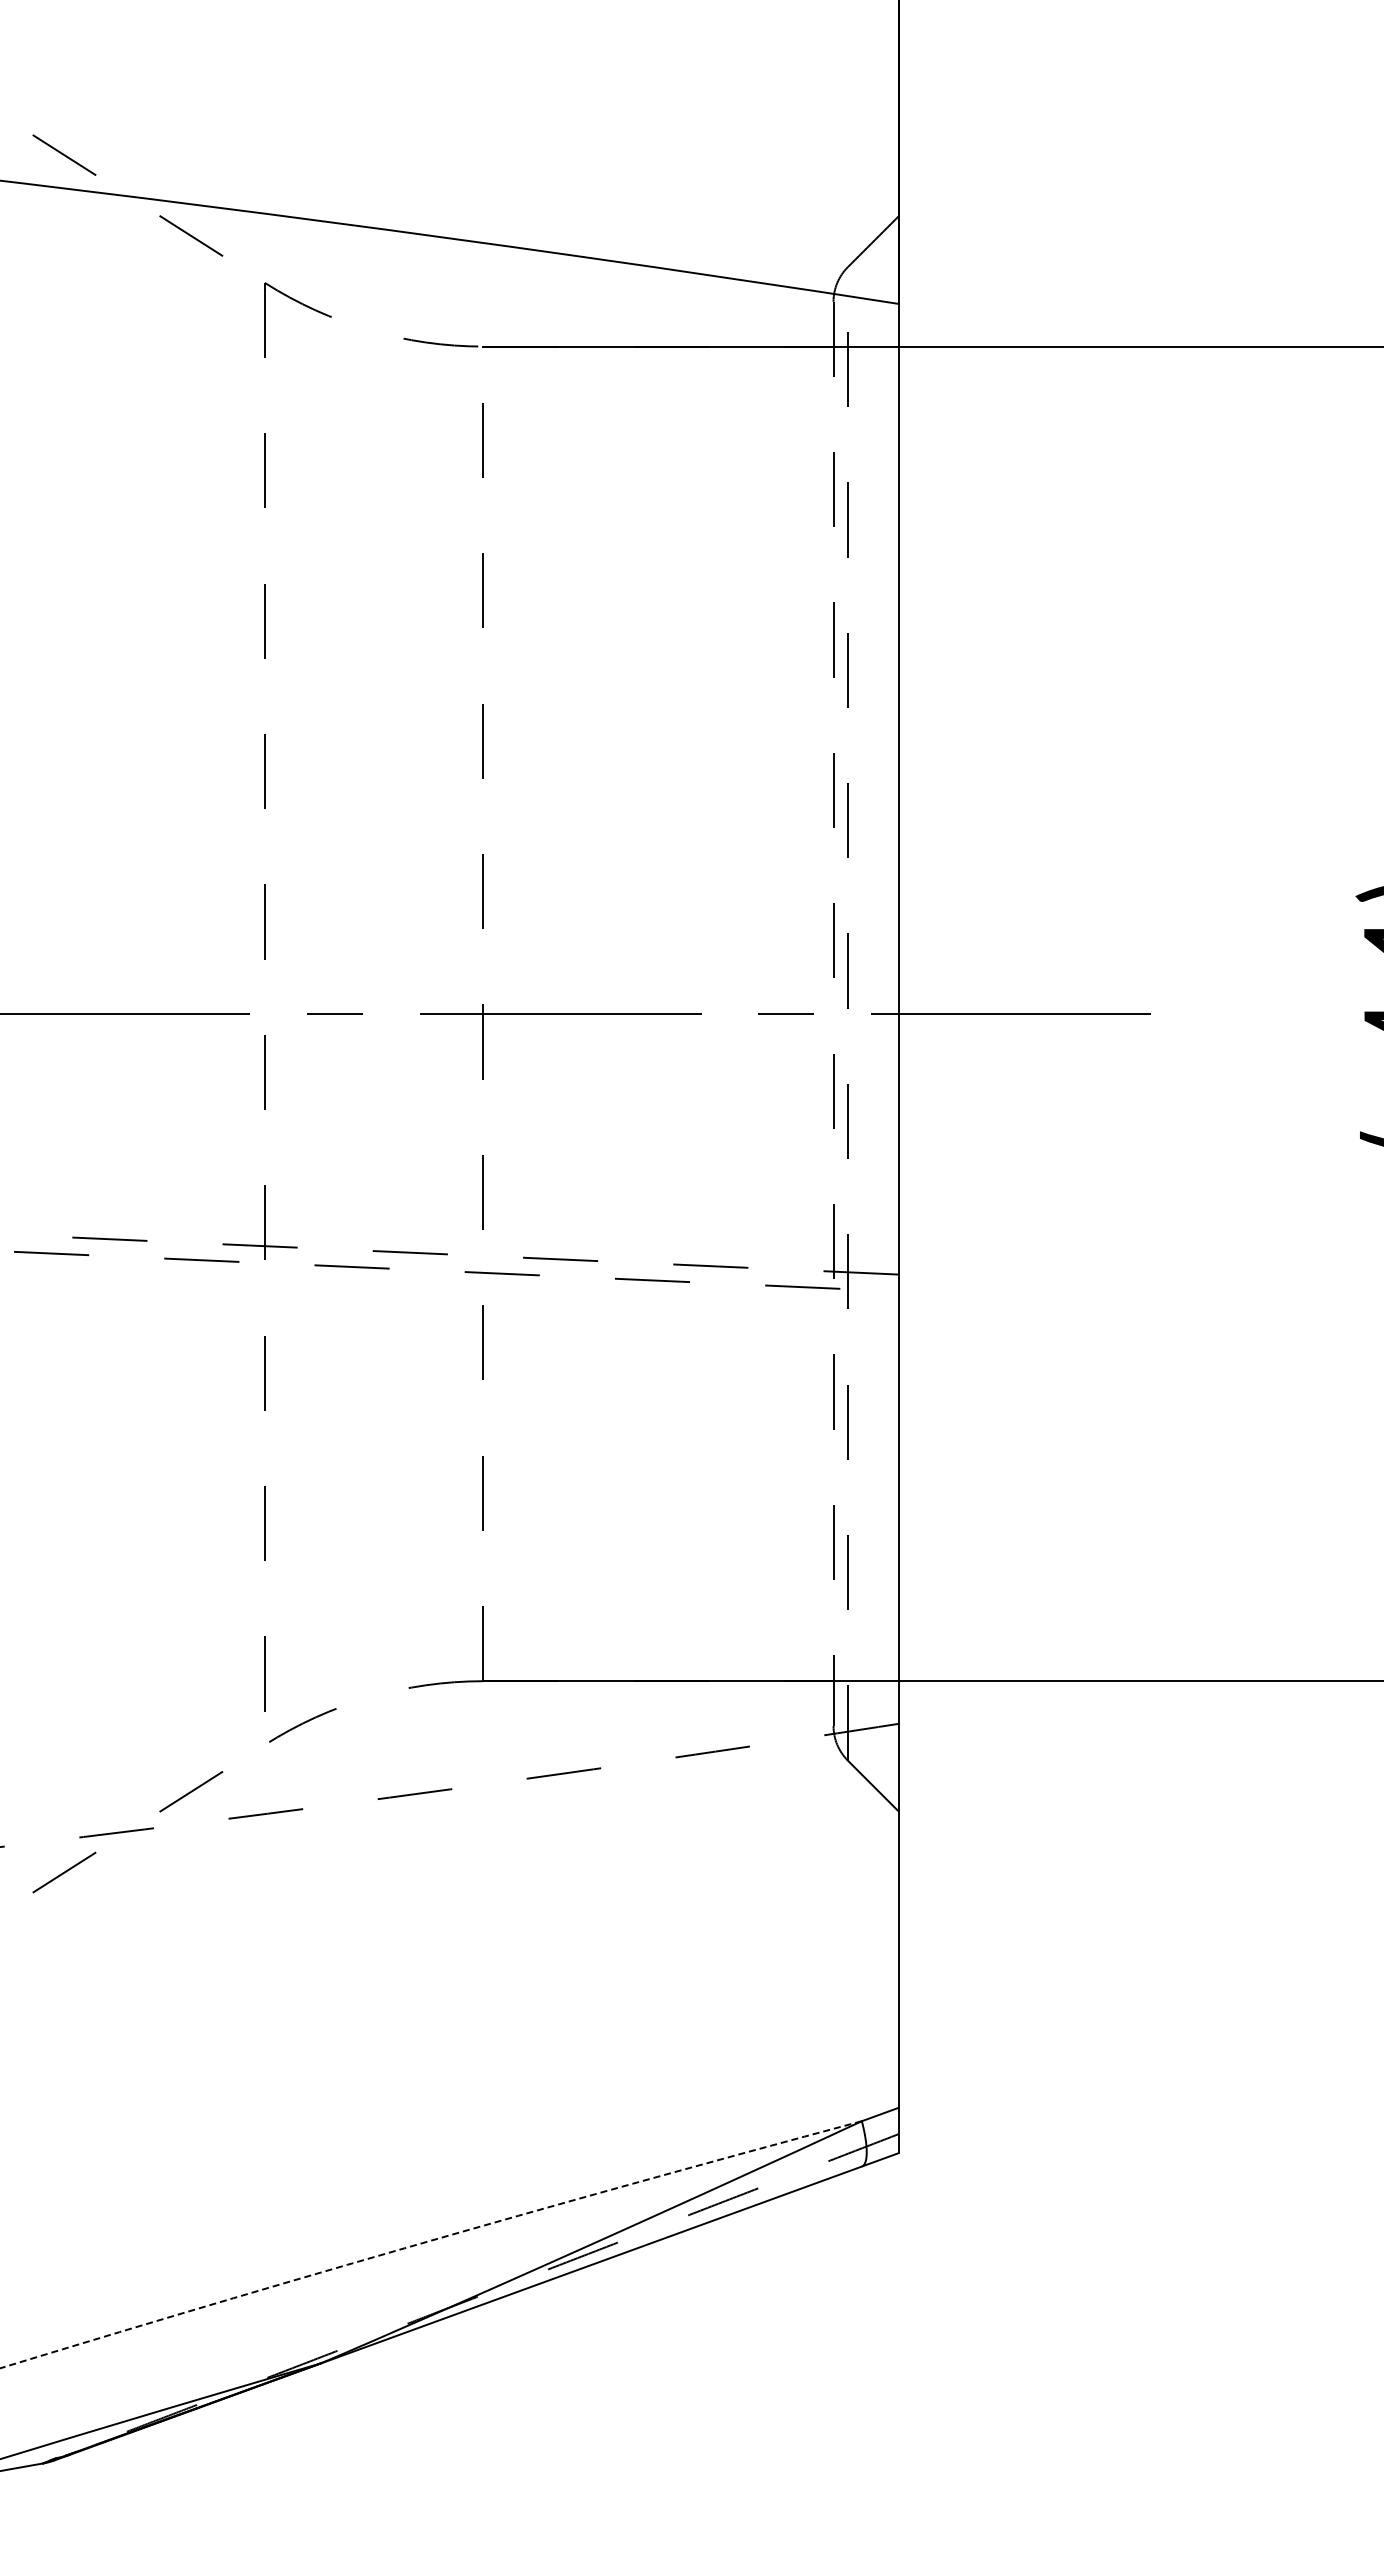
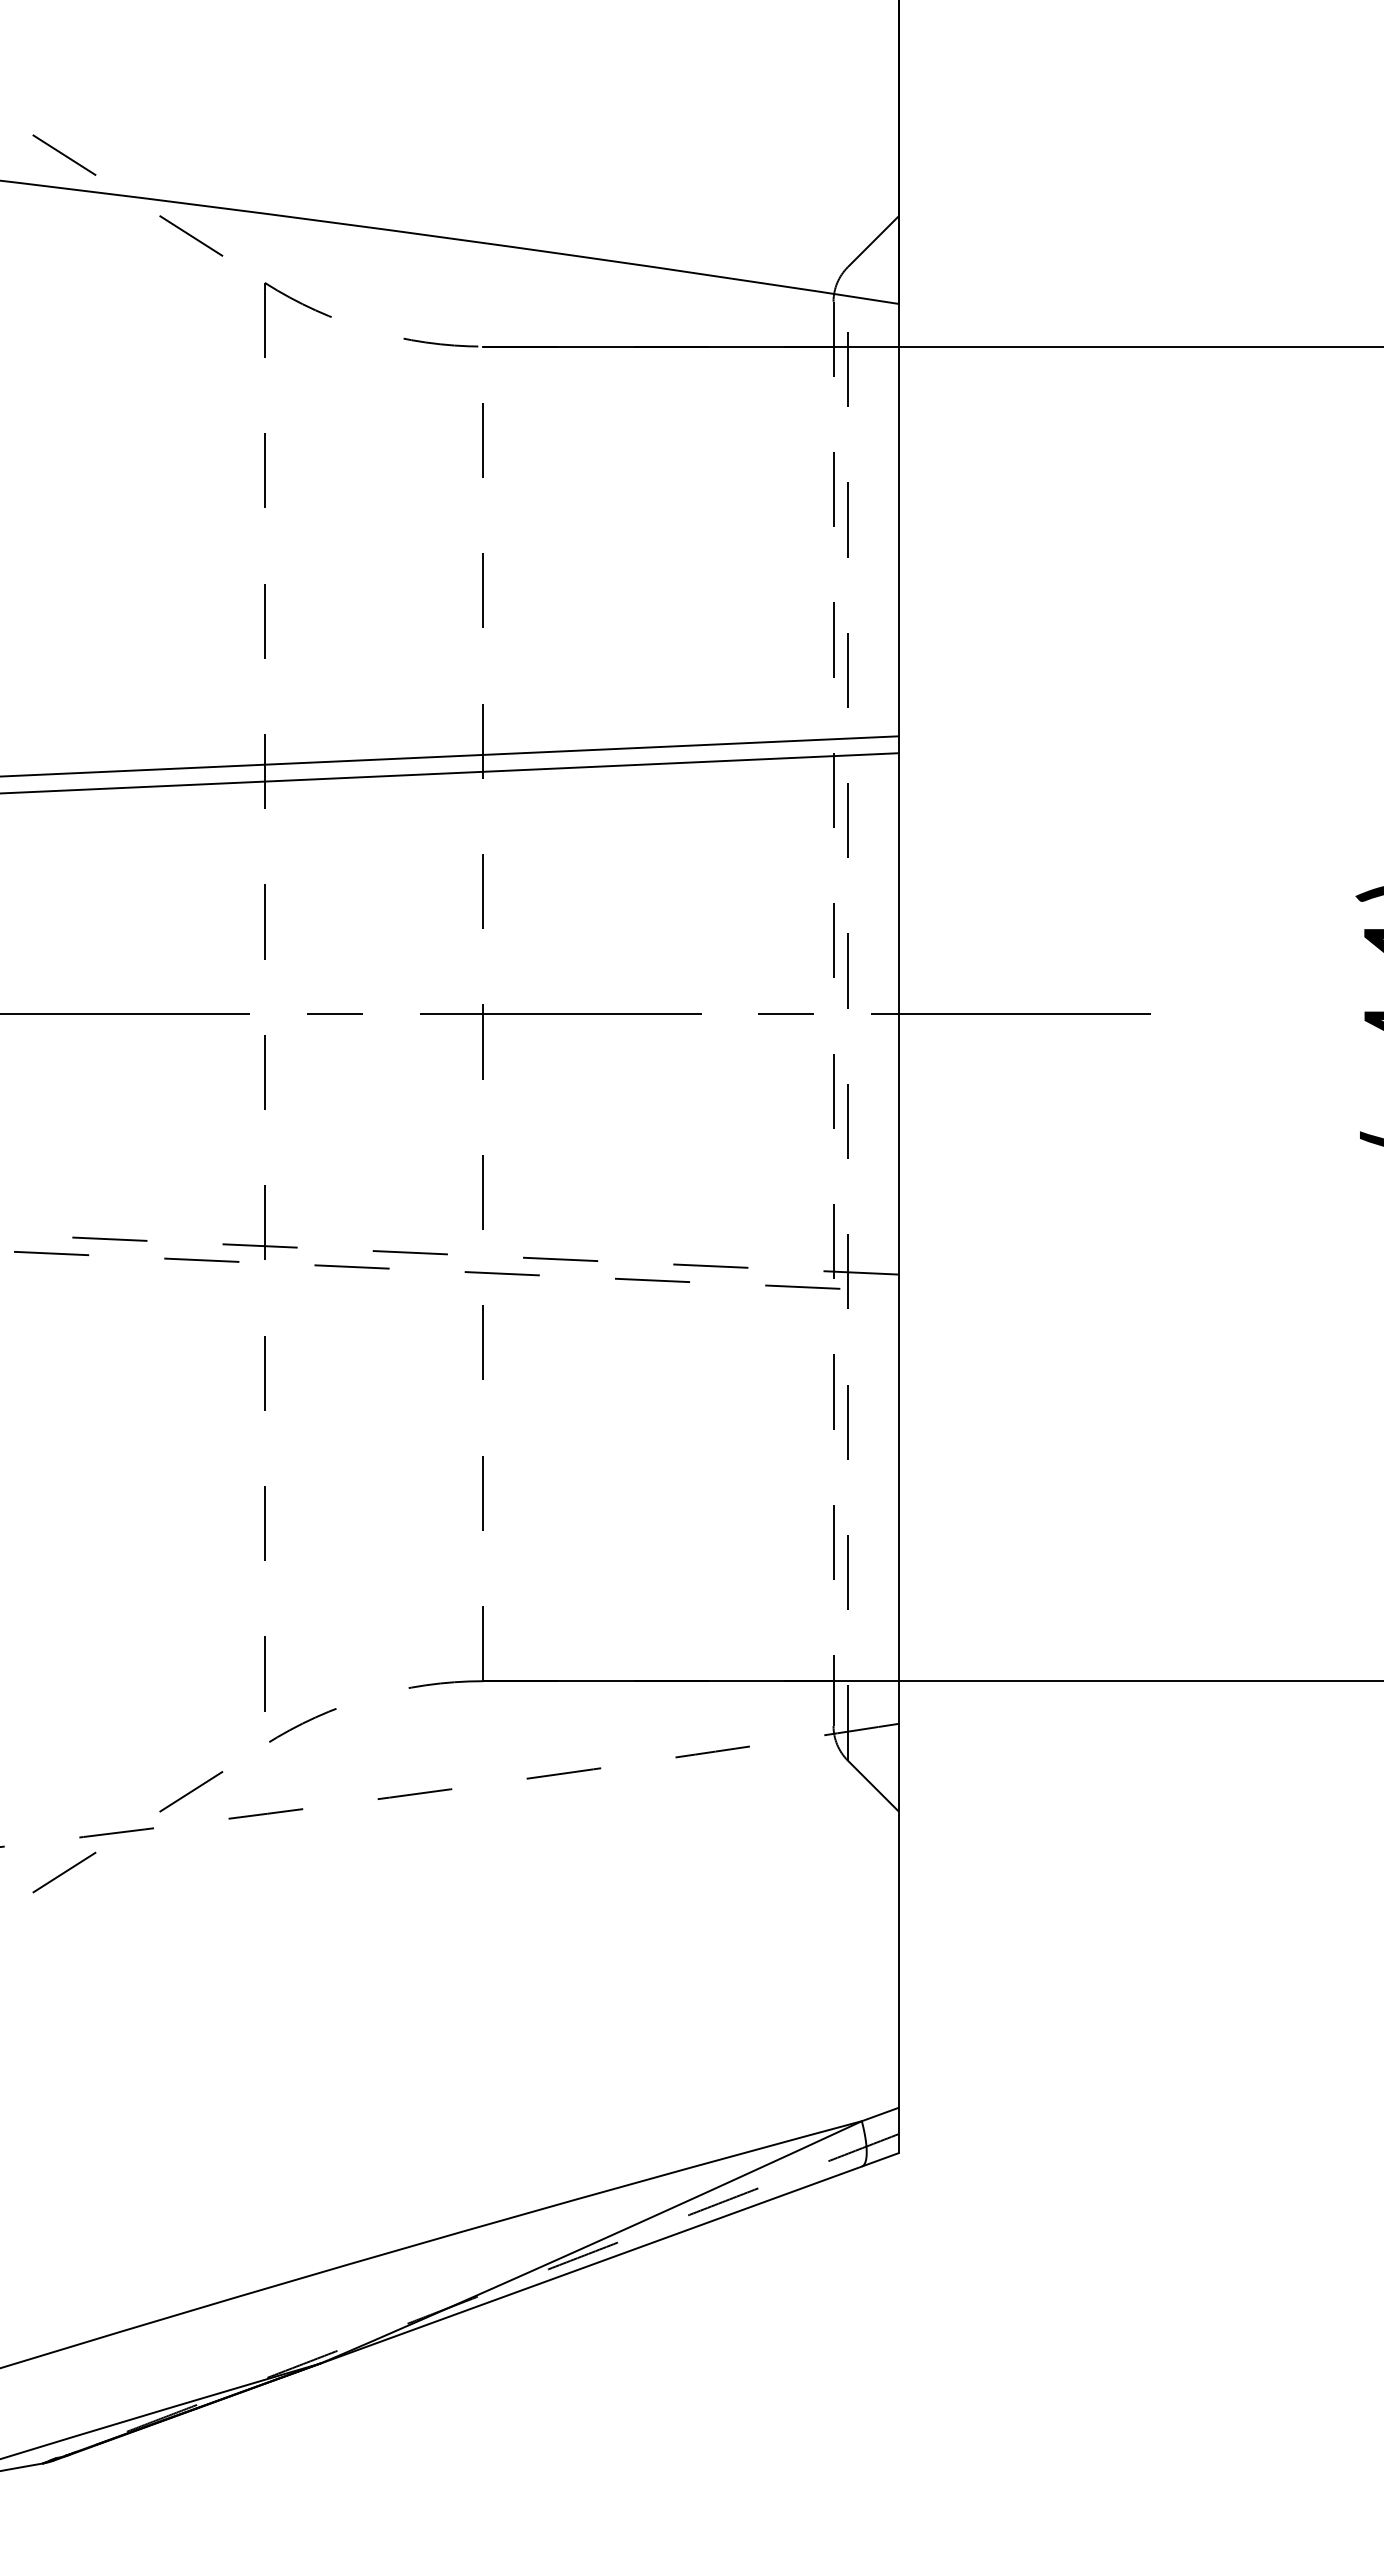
line at (450, 756): none -> present
line at (450, 773): none -> present
arc at (429, 2241): dashed -> solid
